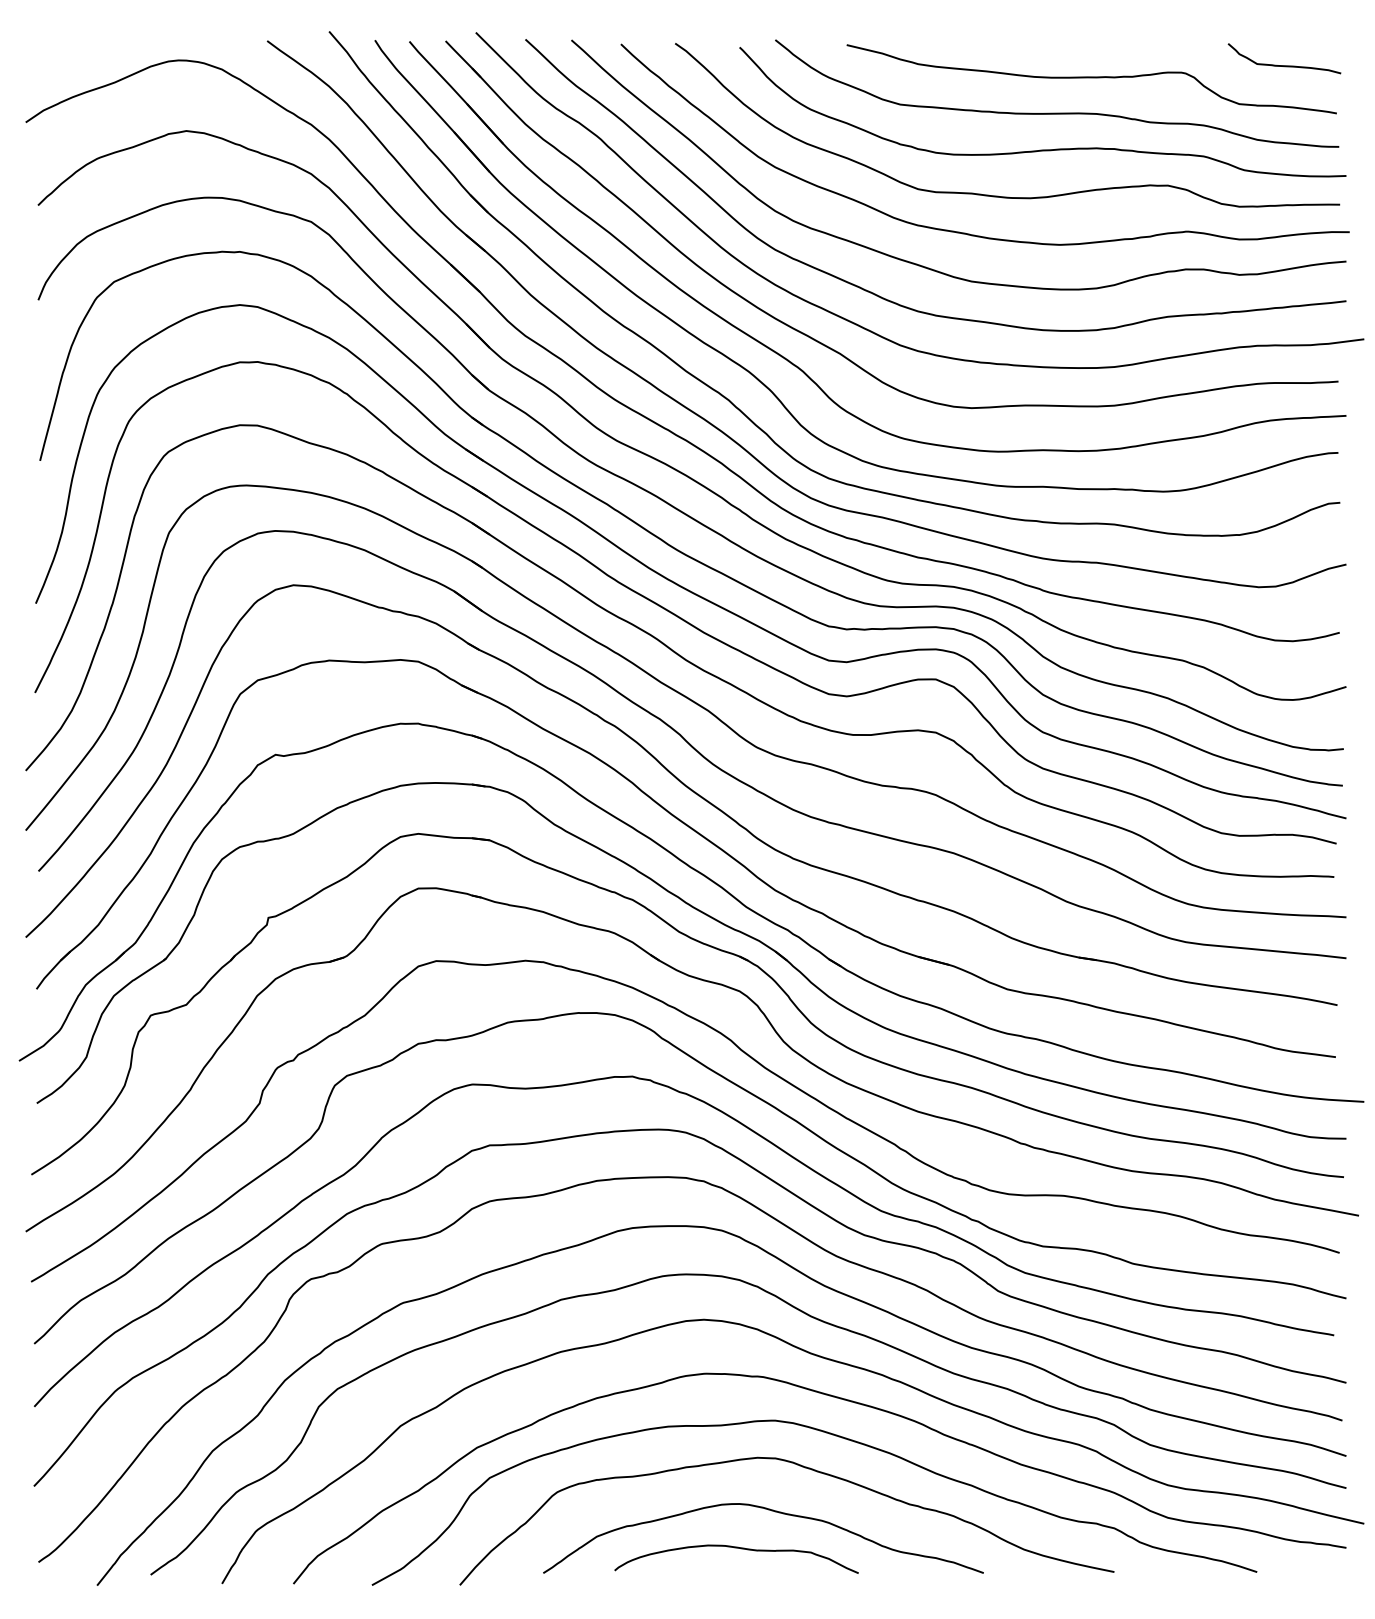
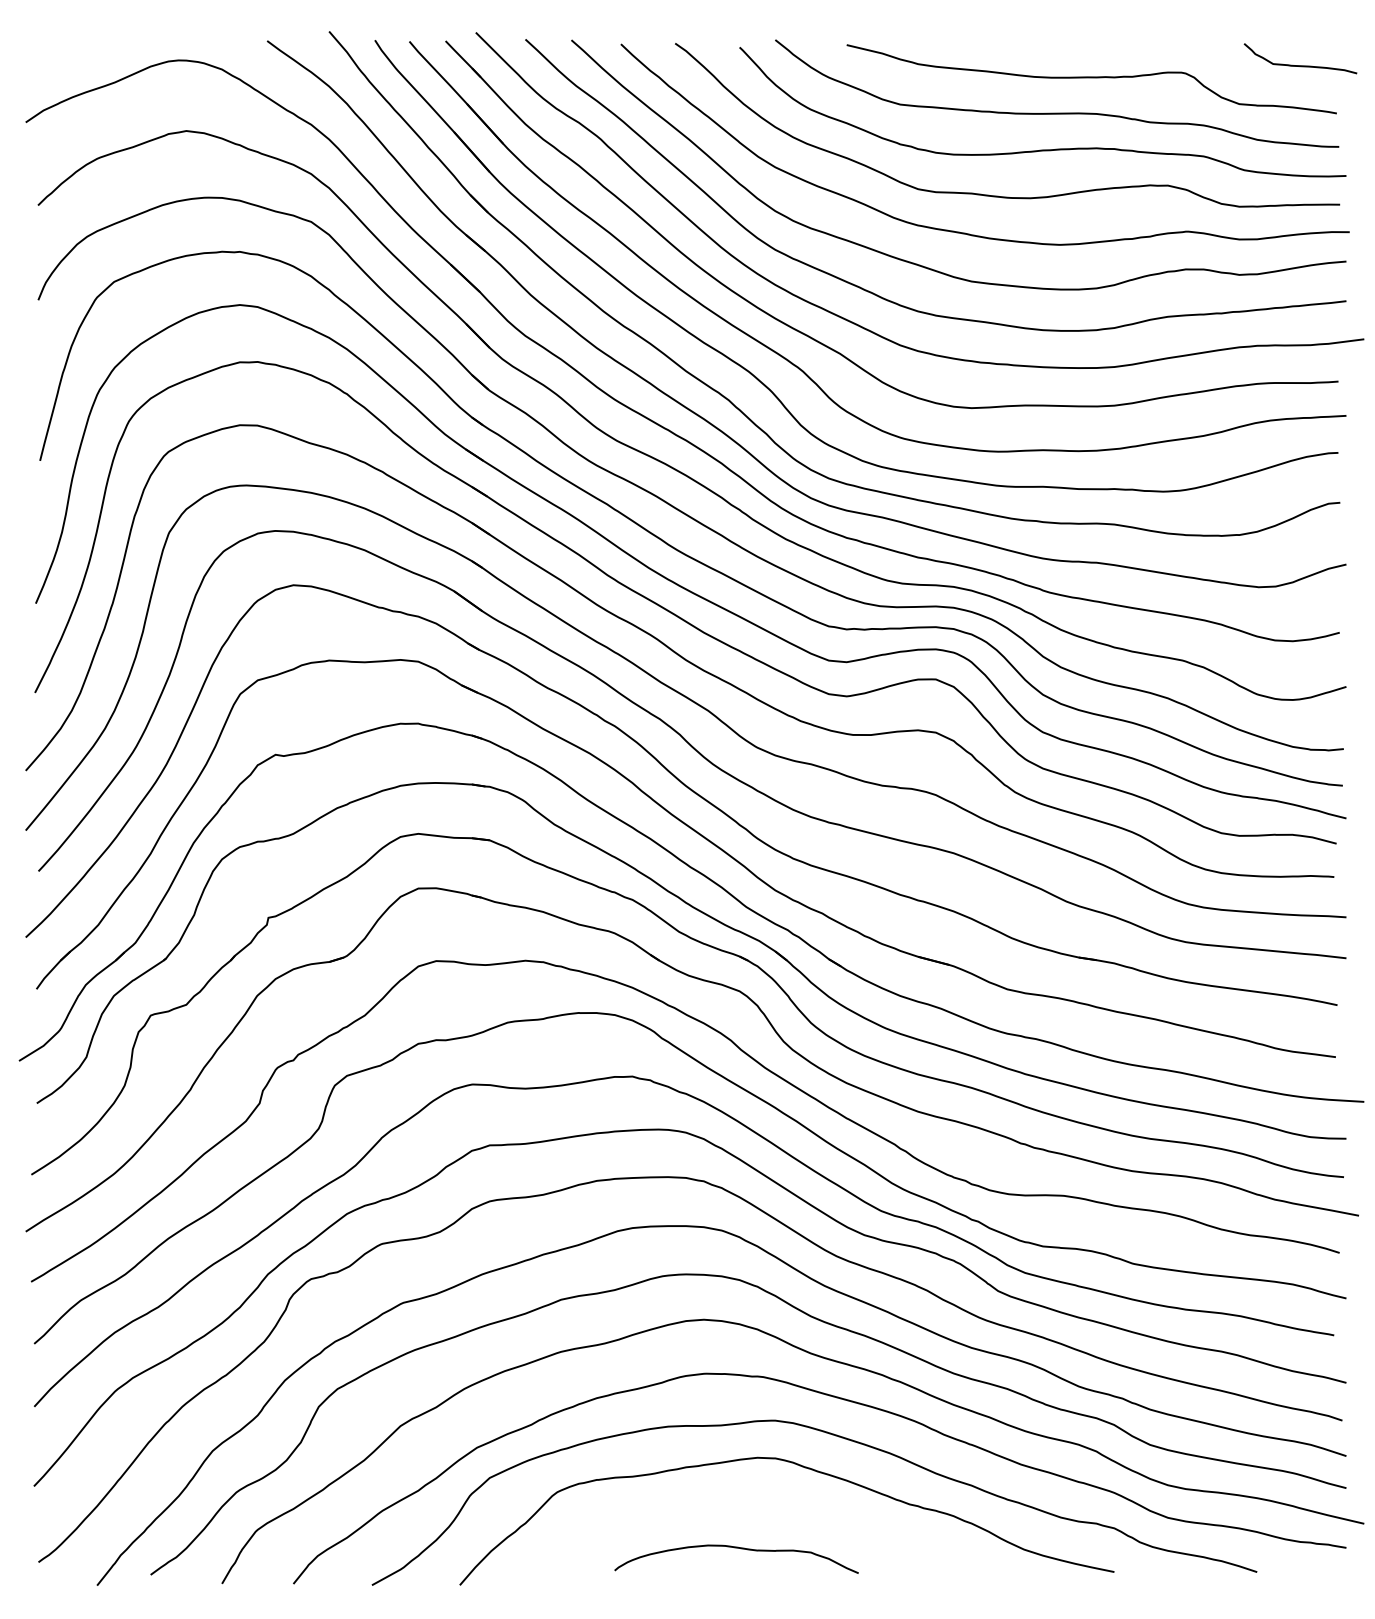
curve at (1284, 65) position: (1284, 65) -> (1300, 65)
curve at (771, 1511): present -> none
